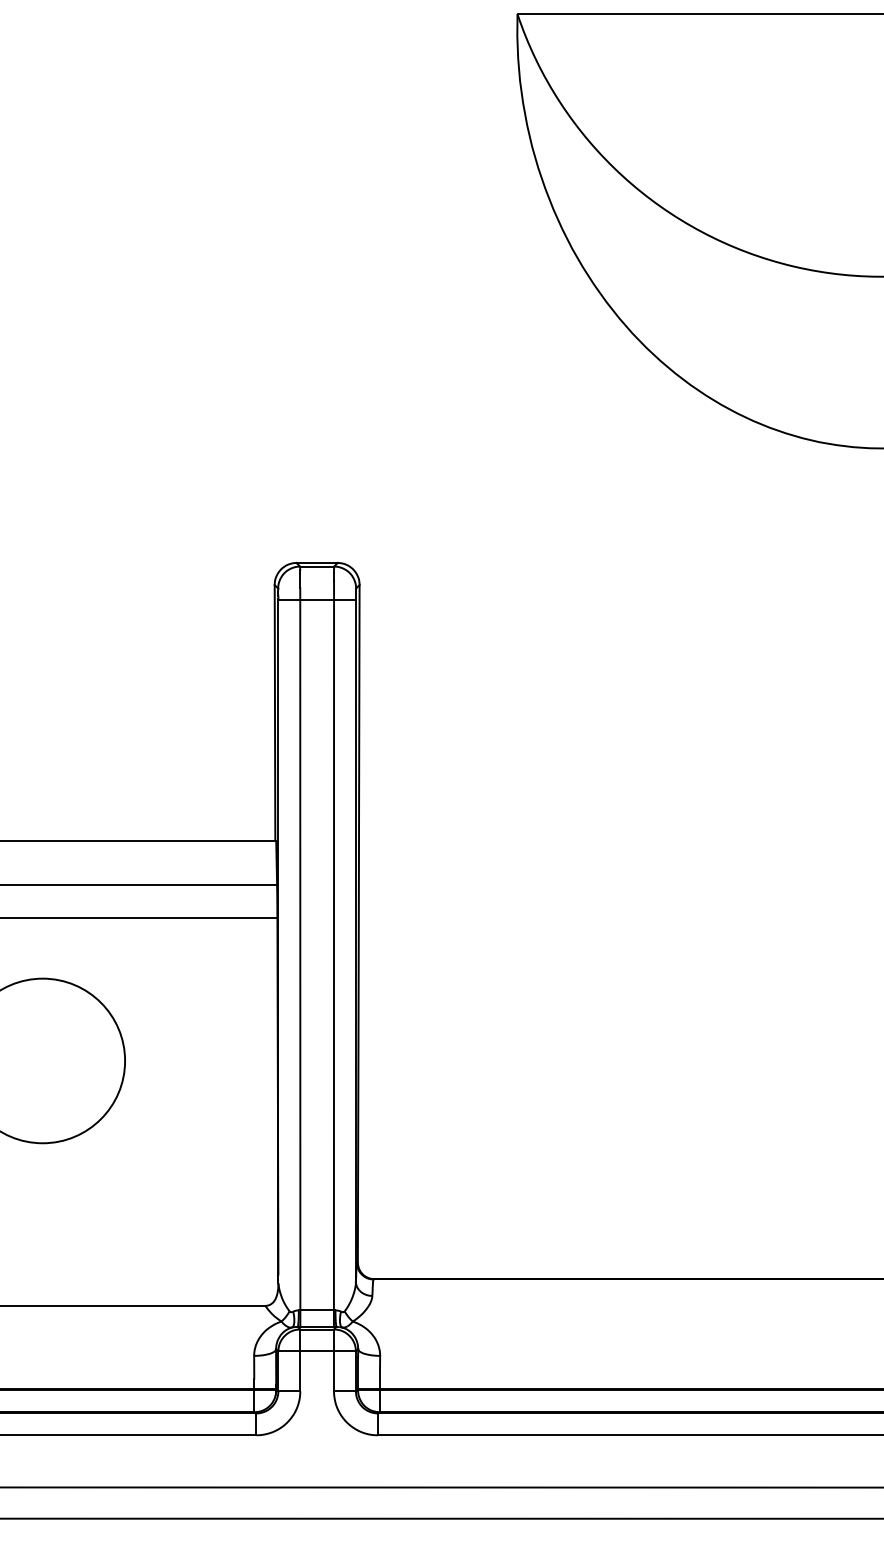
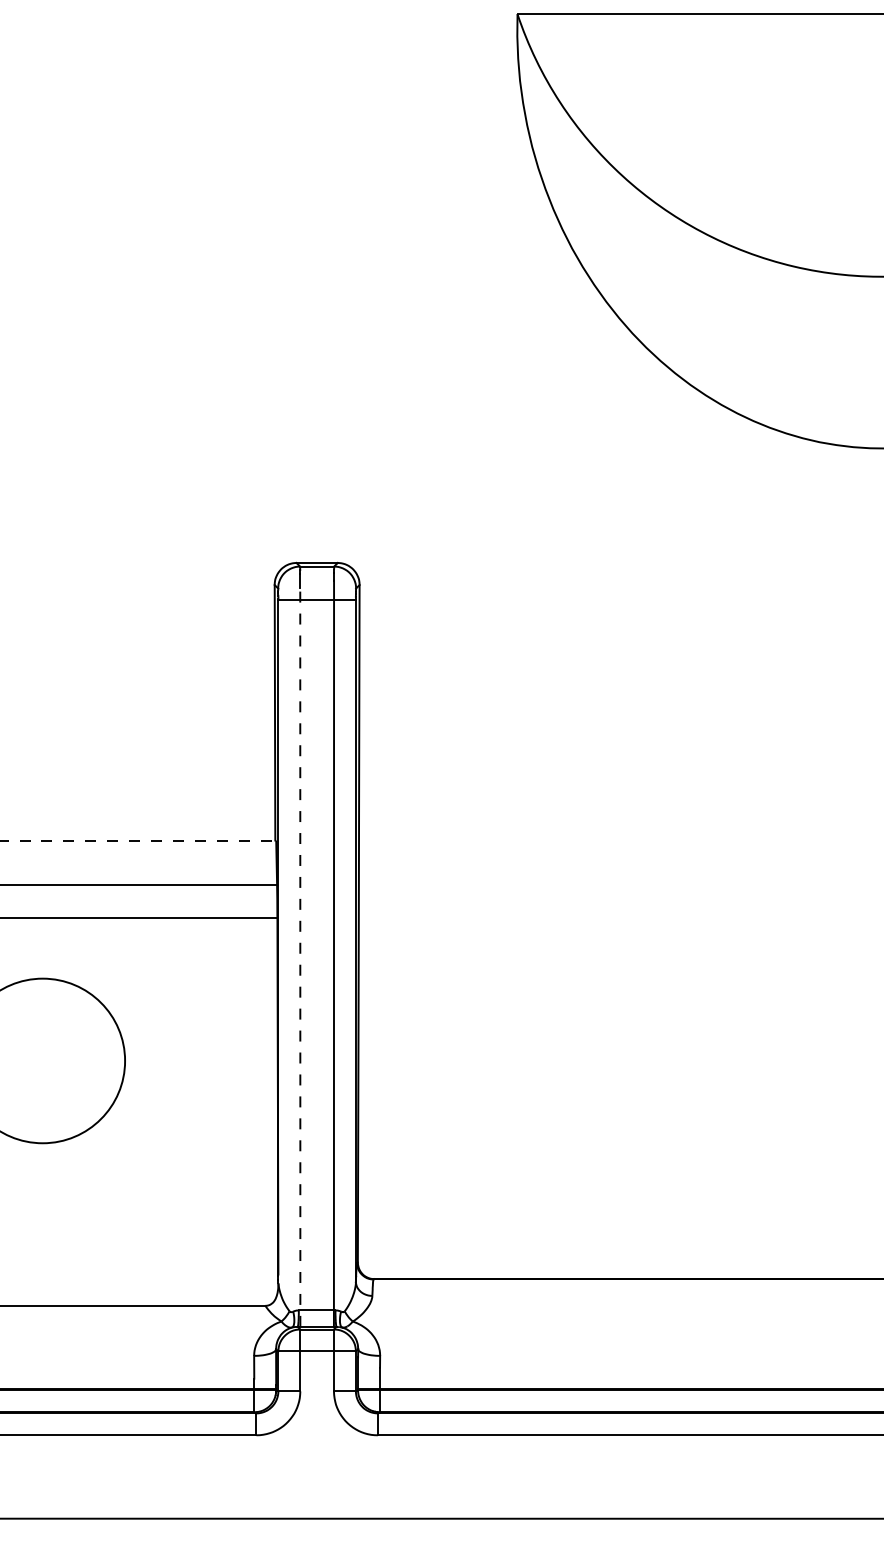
line at (138, 841): solid -> dashed
line at (300, 957): solid -> dashed
line at (441, 1487): present -> none
